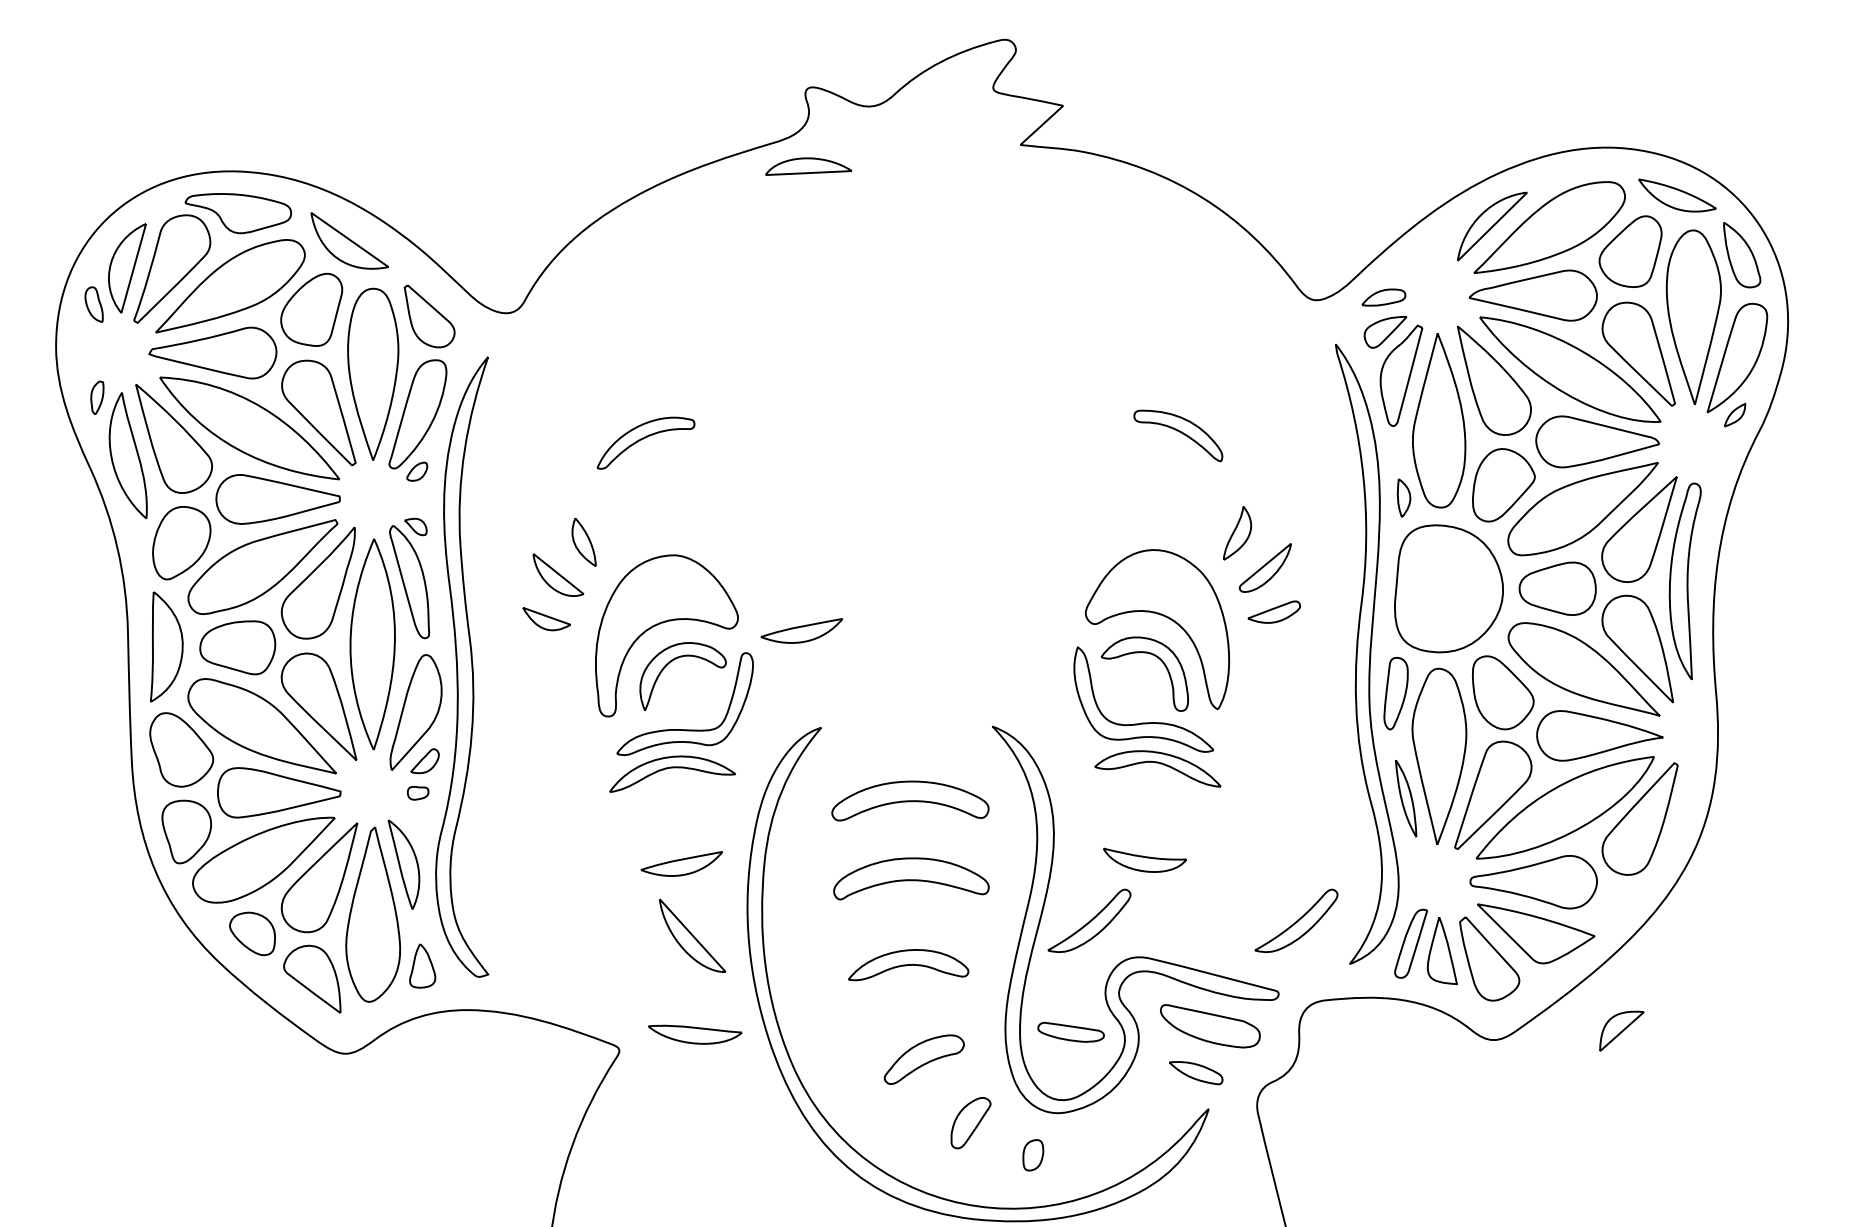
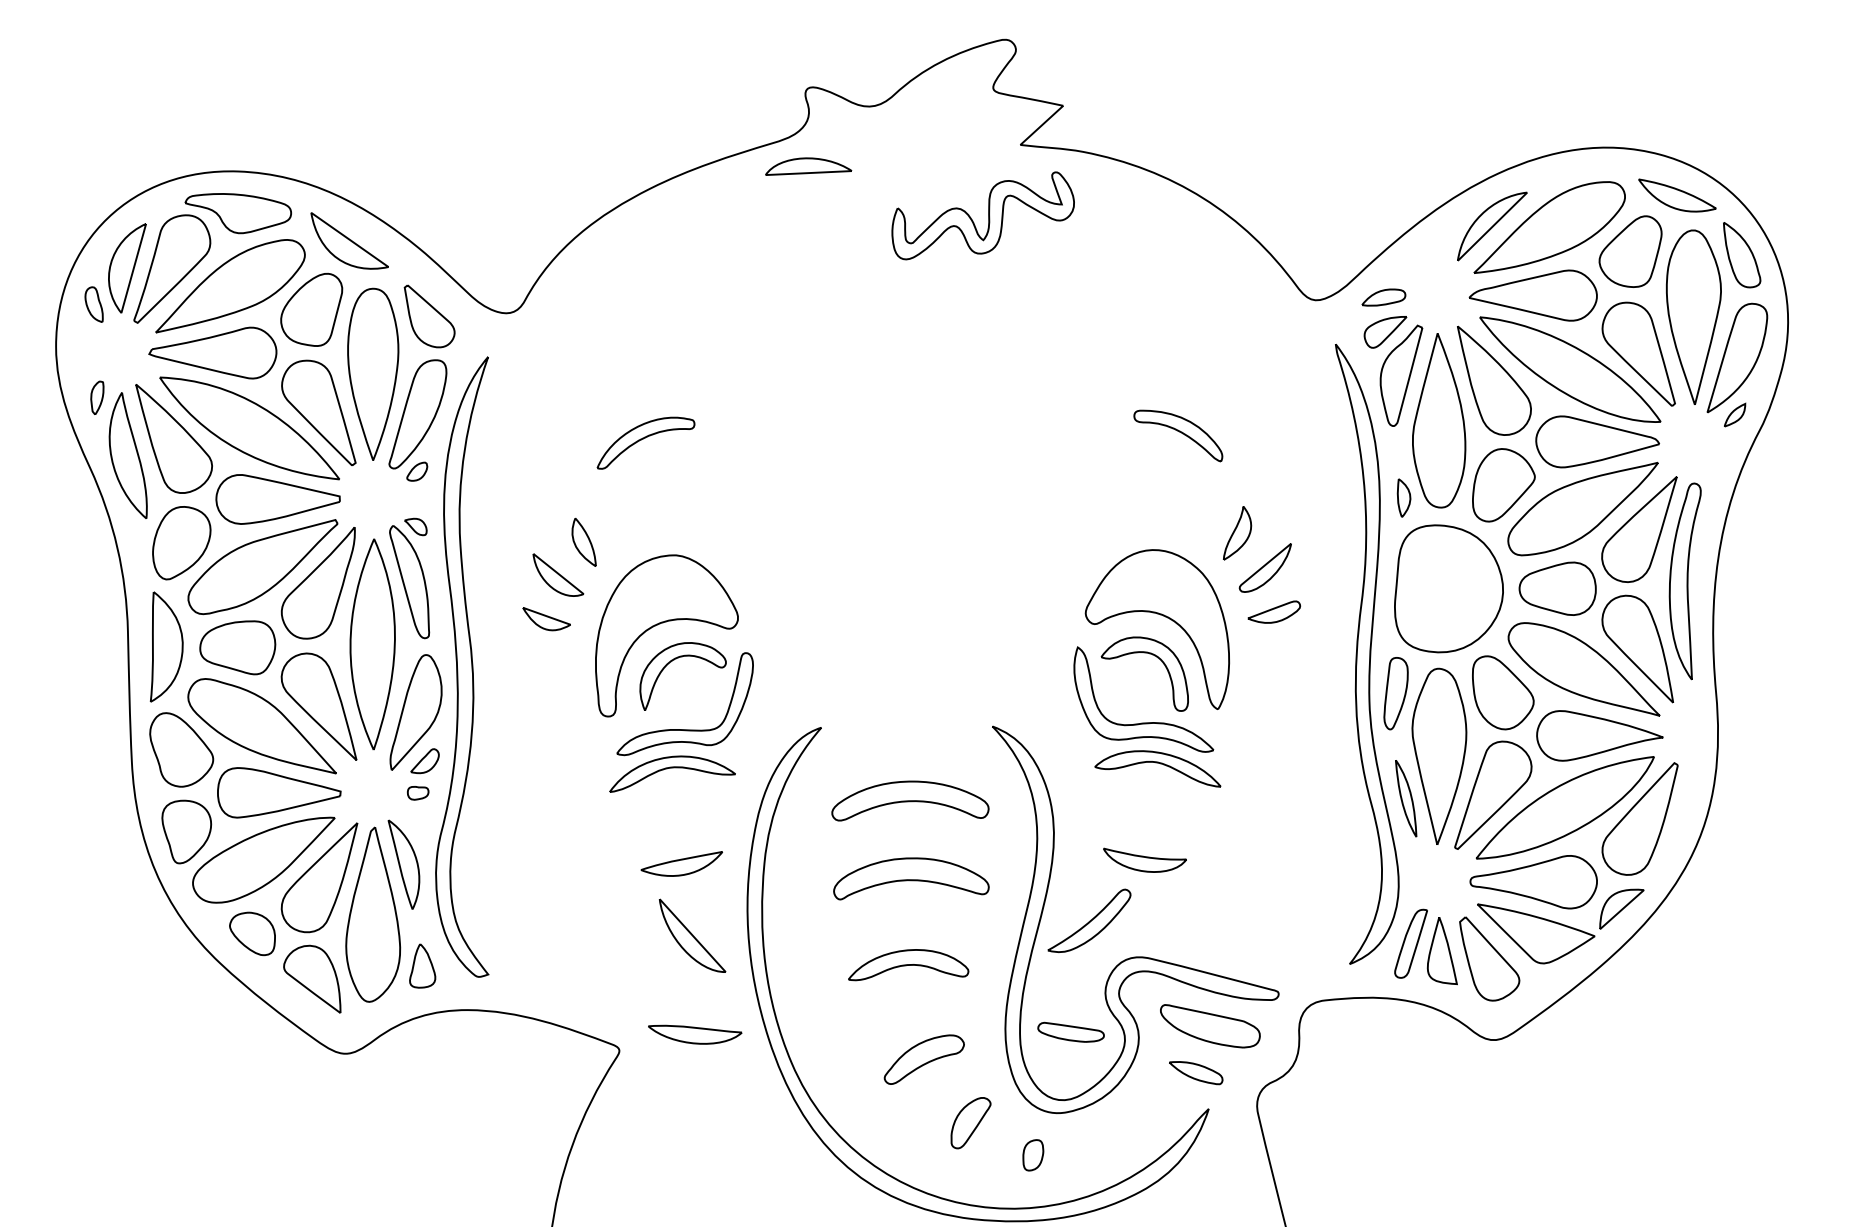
part at (982, 215): none -> present
part at (801, 630): present -> none
part at (1296, 920): present -> none
part at (1621, 1030) position: (1621, 1030) -> (1621, 908)
